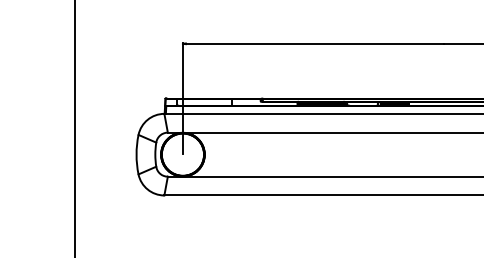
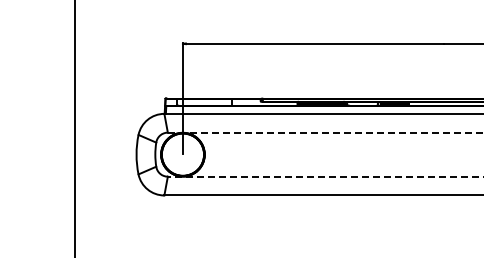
line at (325, 132): solid -> dashed
line at (325, 176): solid -> dashed
